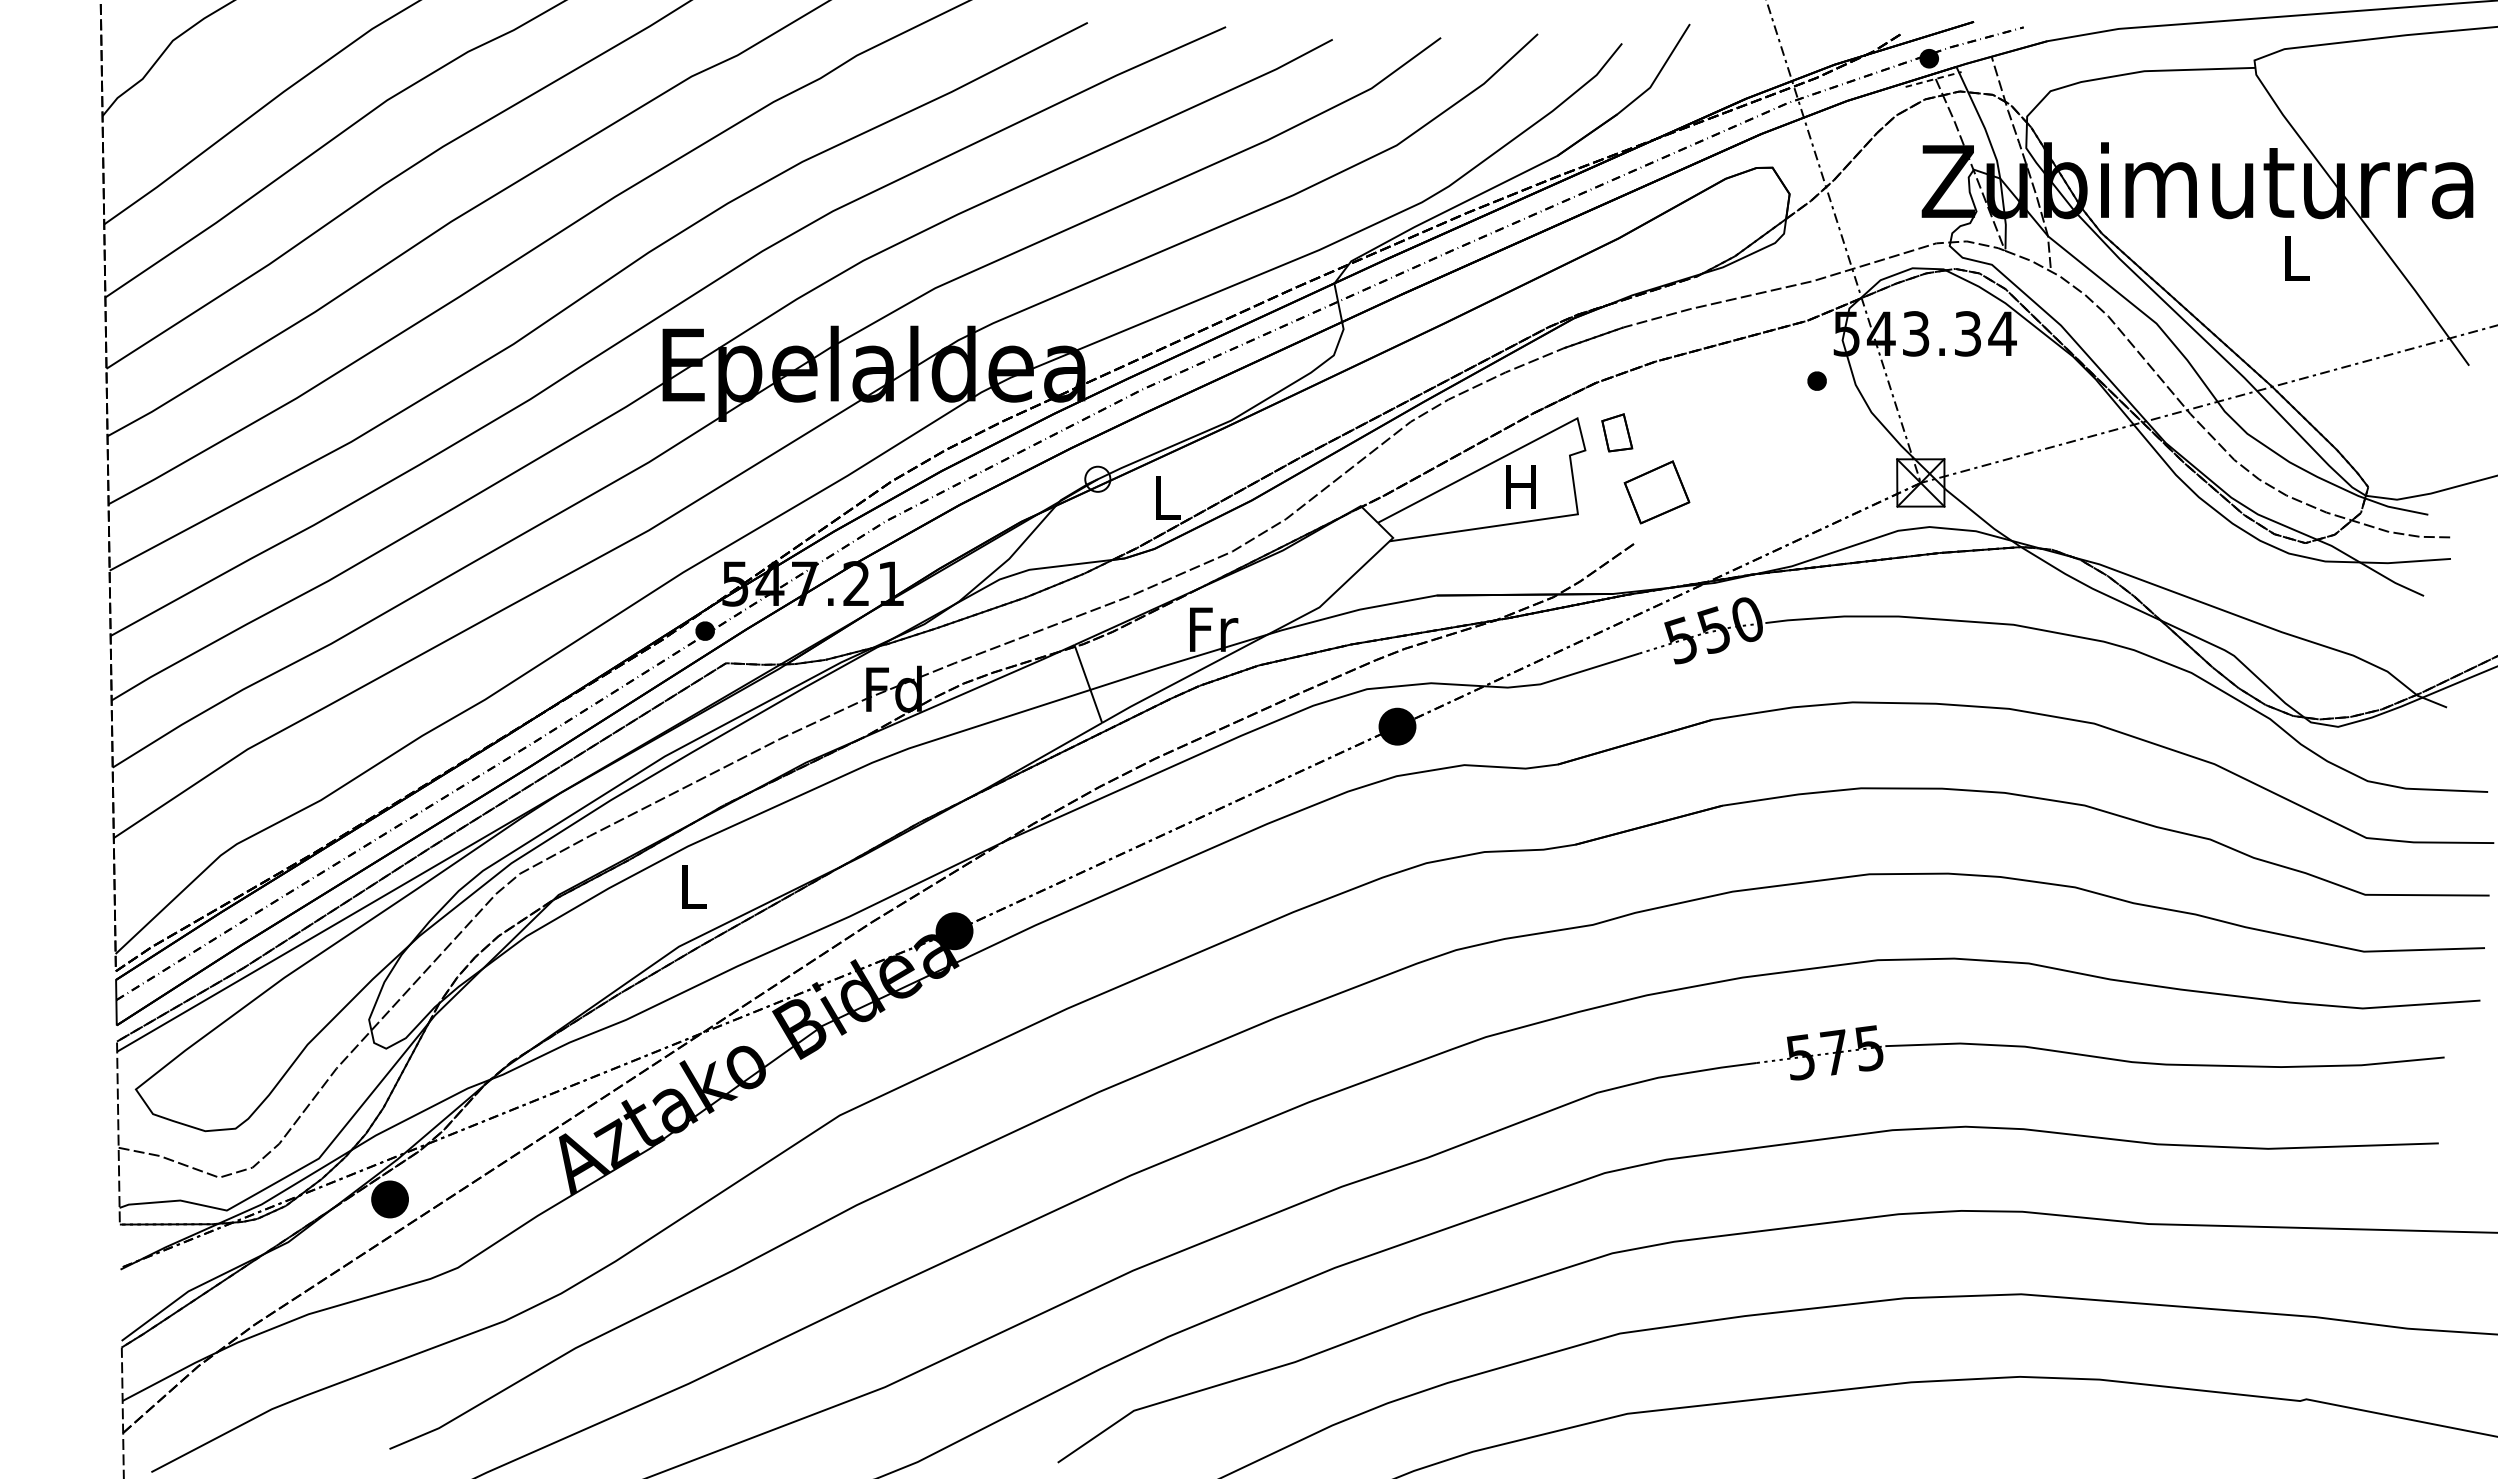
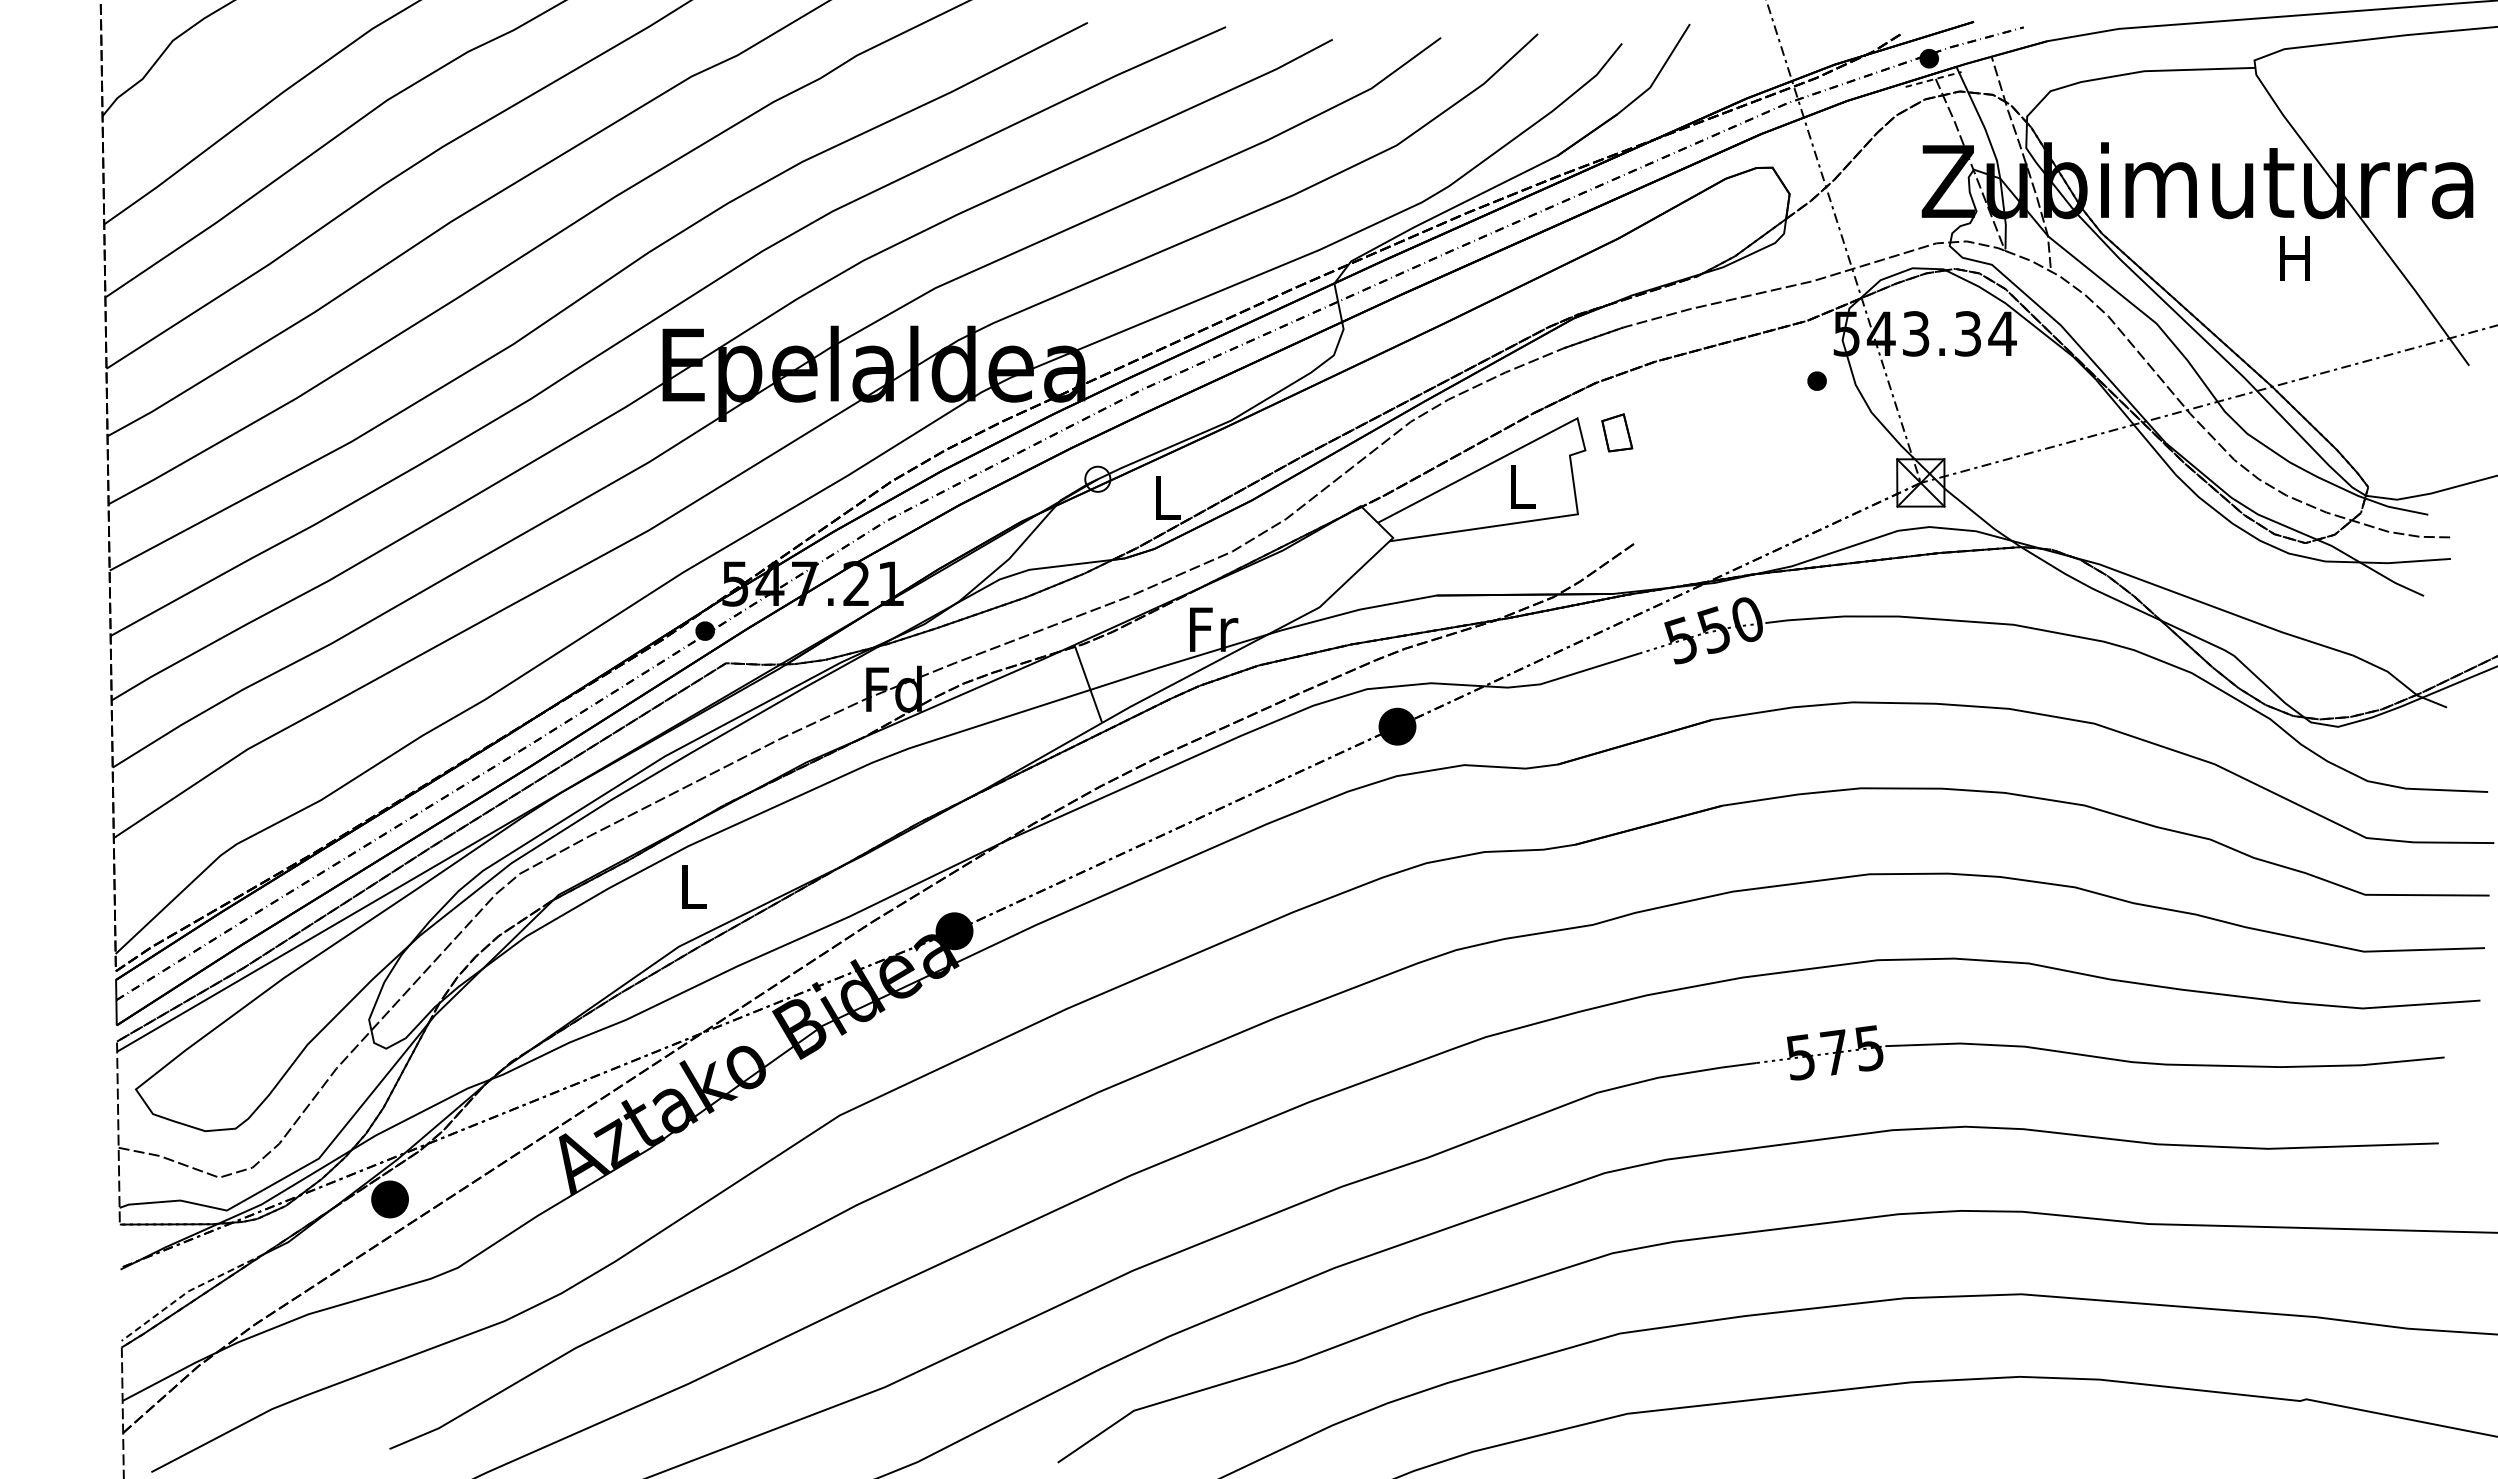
text at (2294, 258): L -> H
text at (1520, 486): H -> L
part at (1656, 492): present -> none
line at (188, 1291): solid -> dashed
